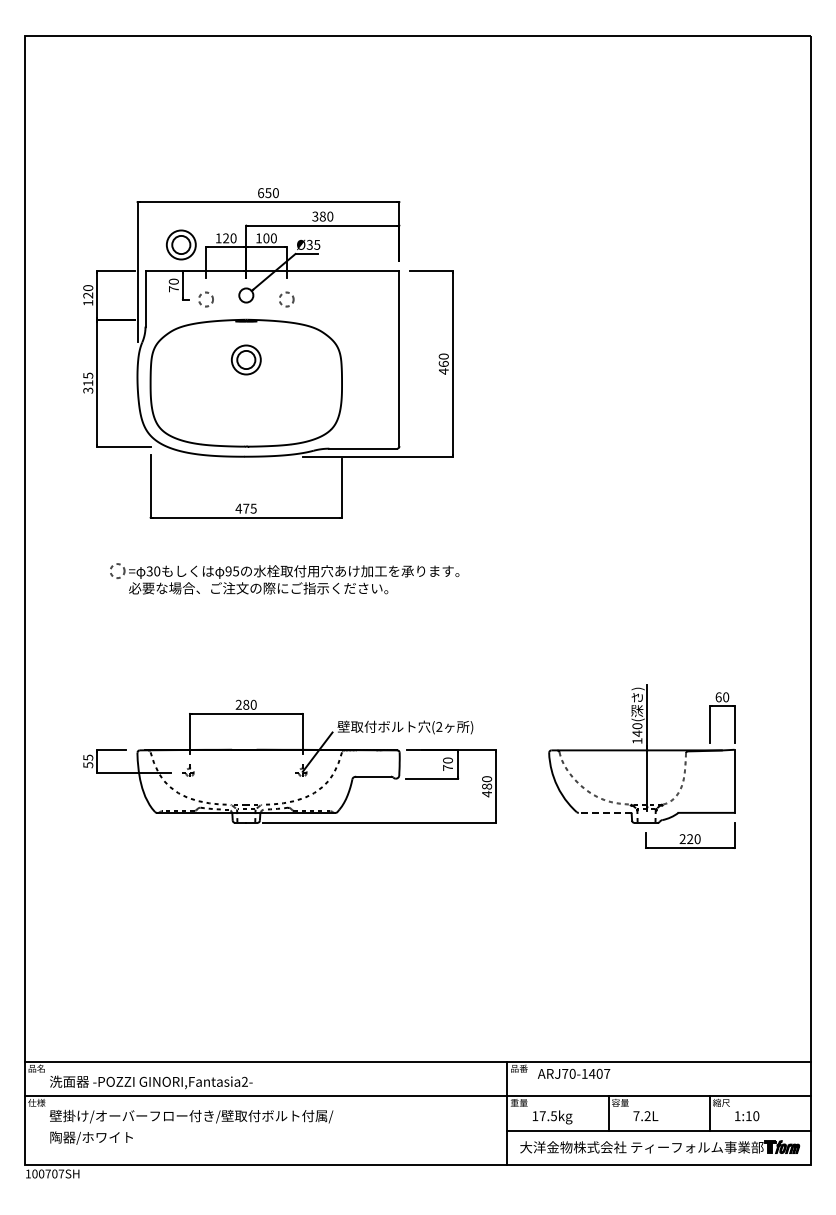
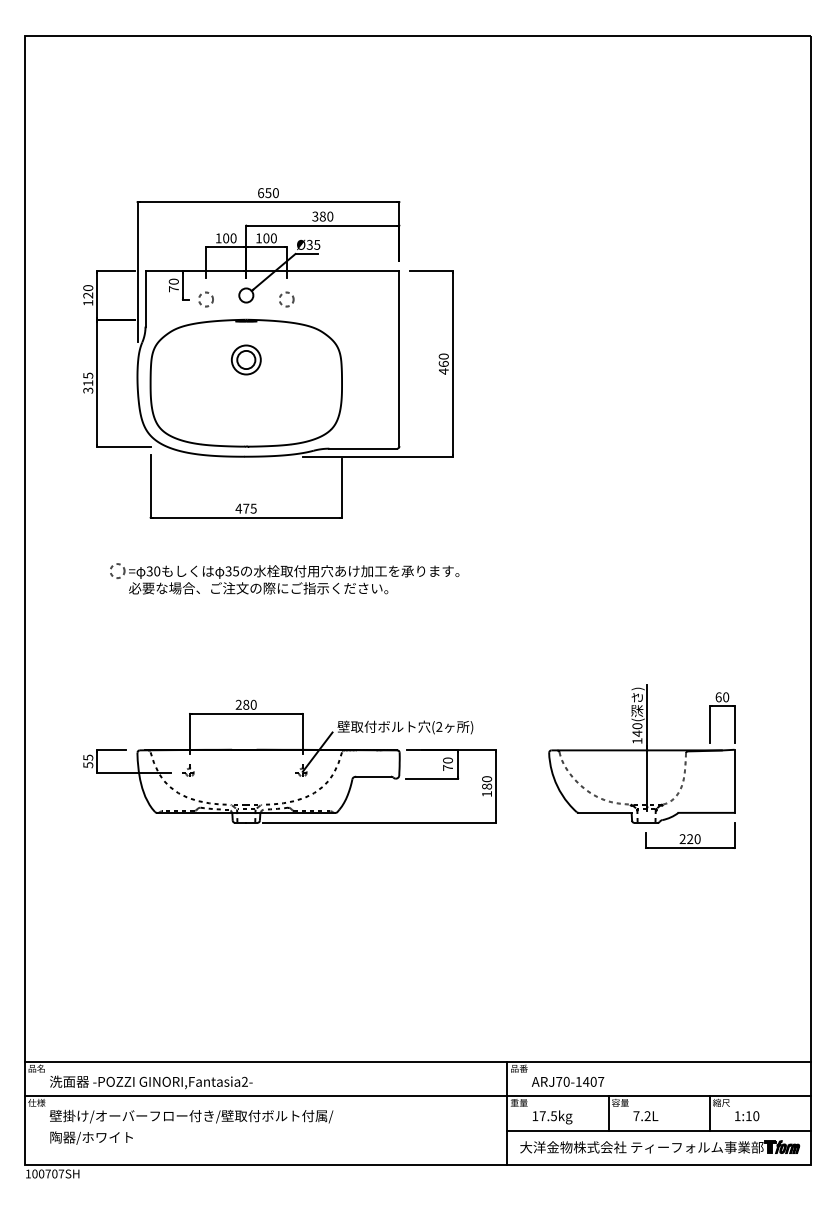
text at (226, 238): 120 -> 100
part at (181, 244): present -> none
text at (228, 571): 95 -> 35
text at (486, 793): 480 -> 180
line at (604, 812): dashed -> solid
text at (573, 1073) position: (573, 1073) -> (567, 1081)
